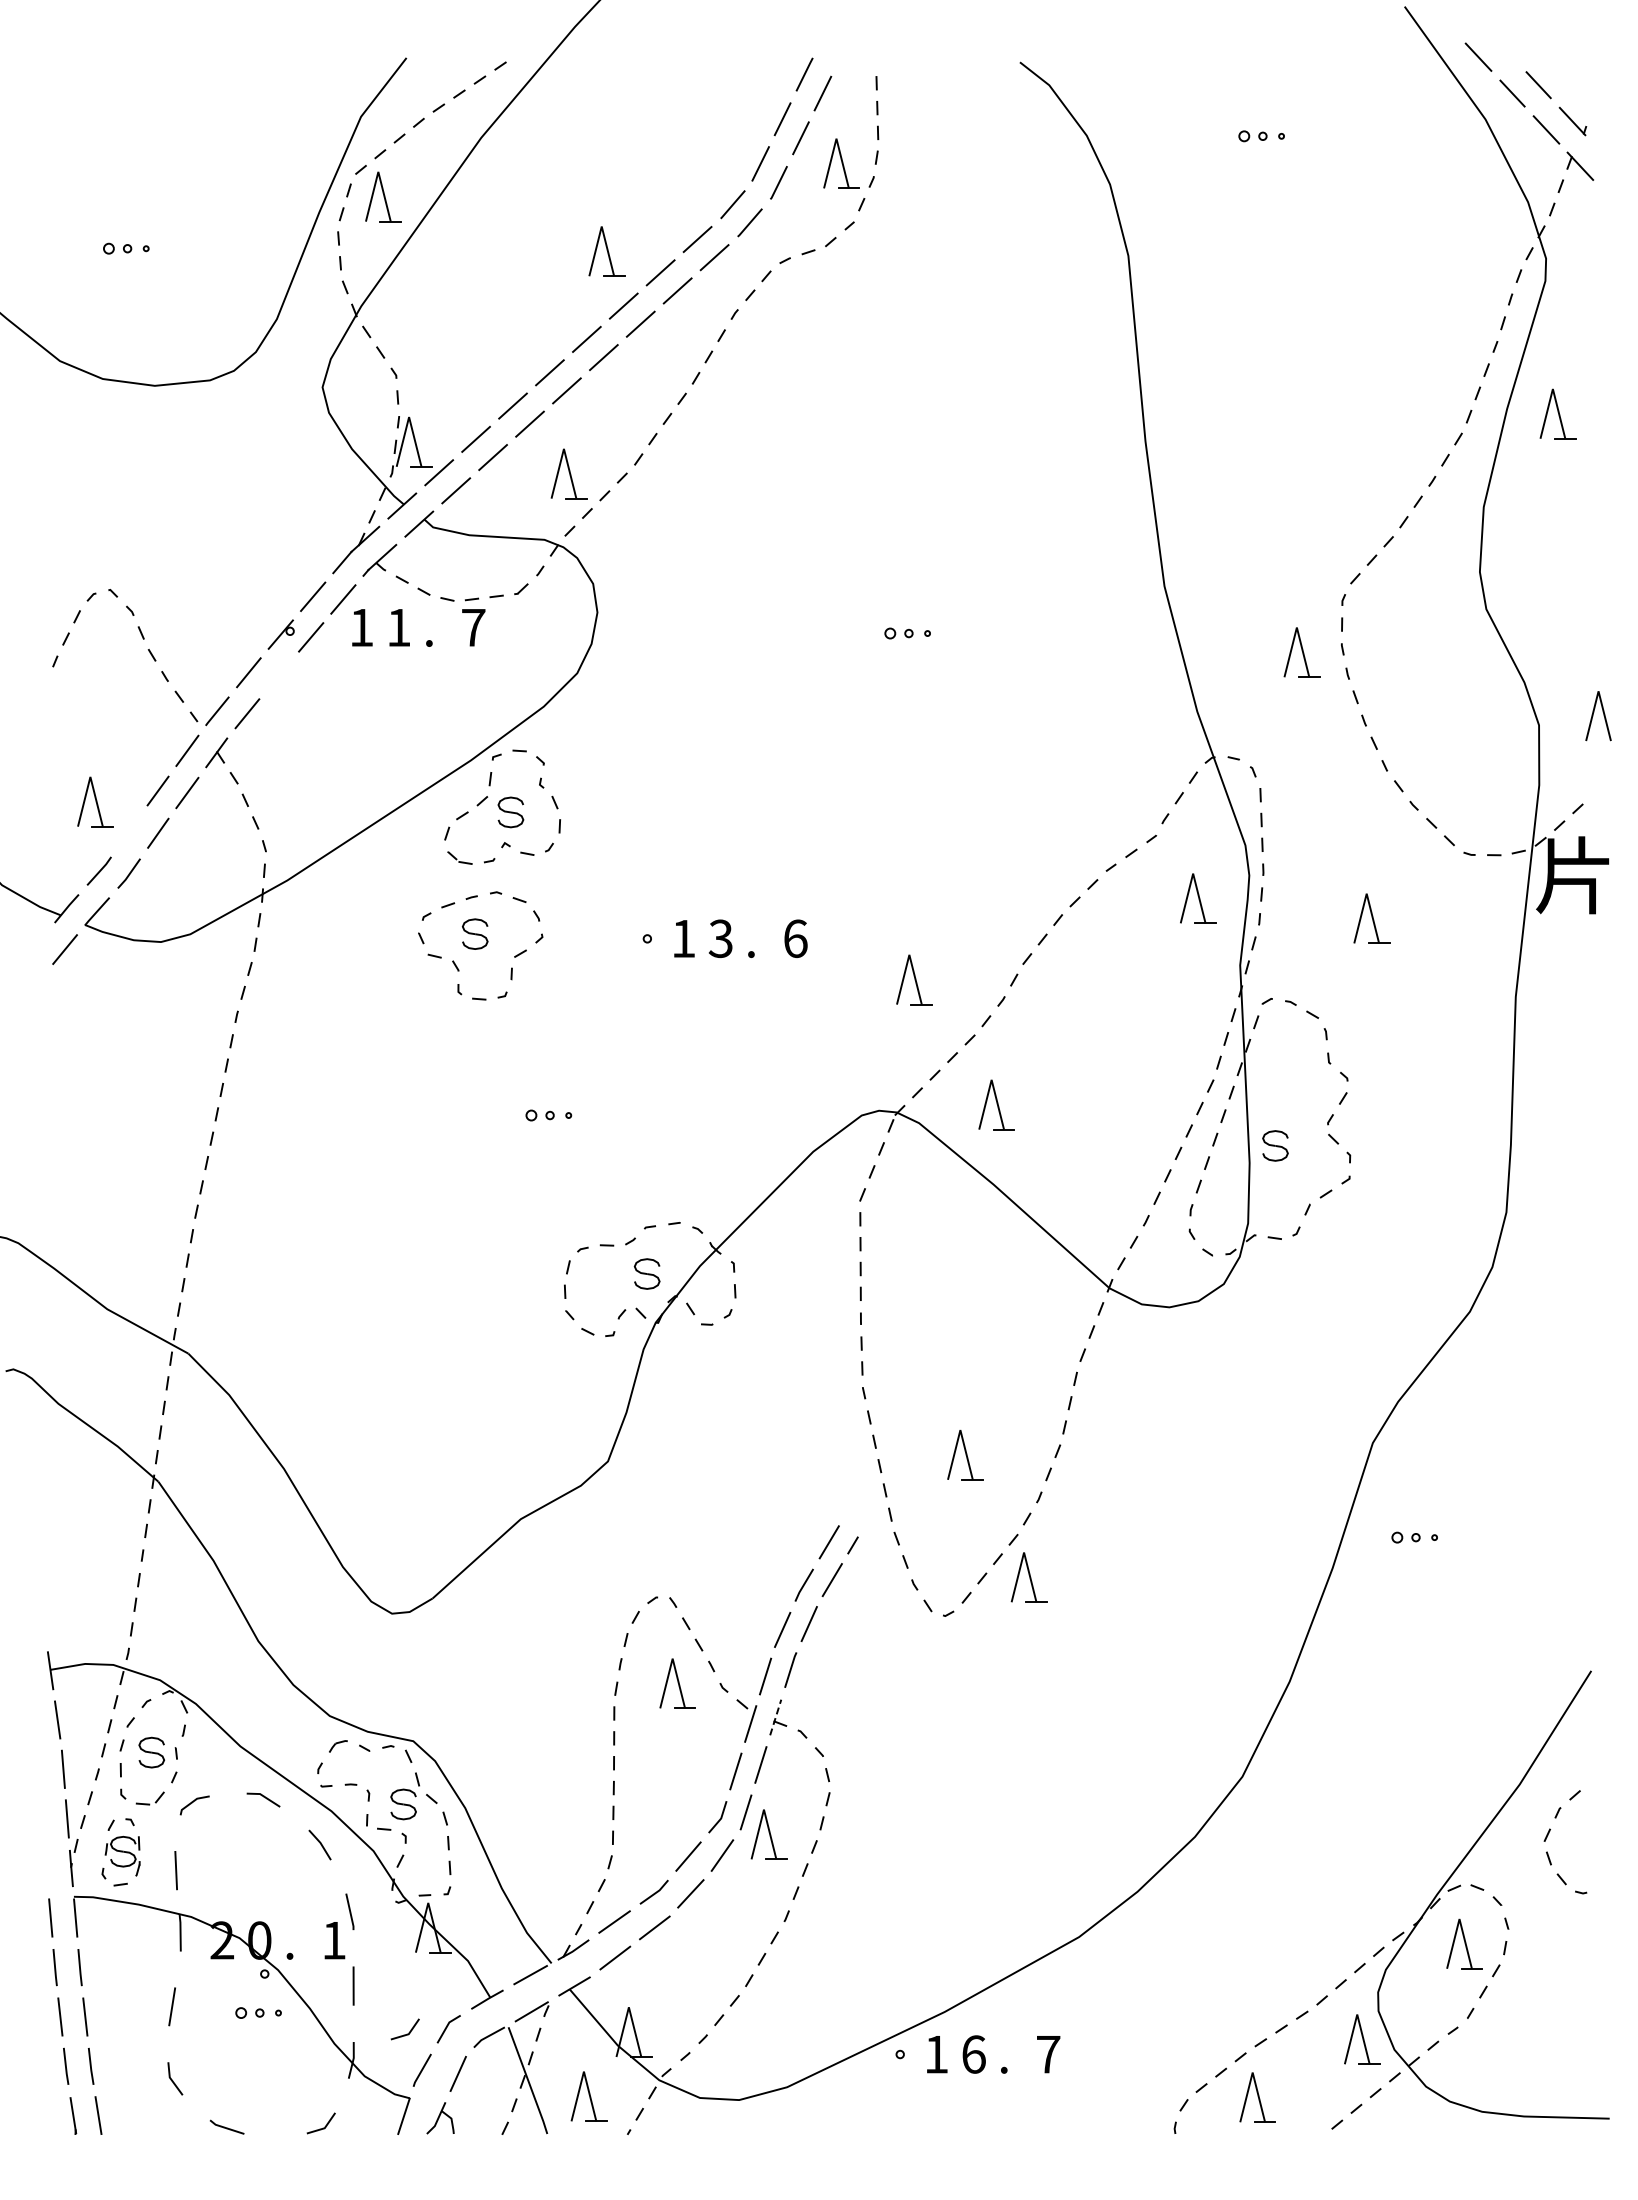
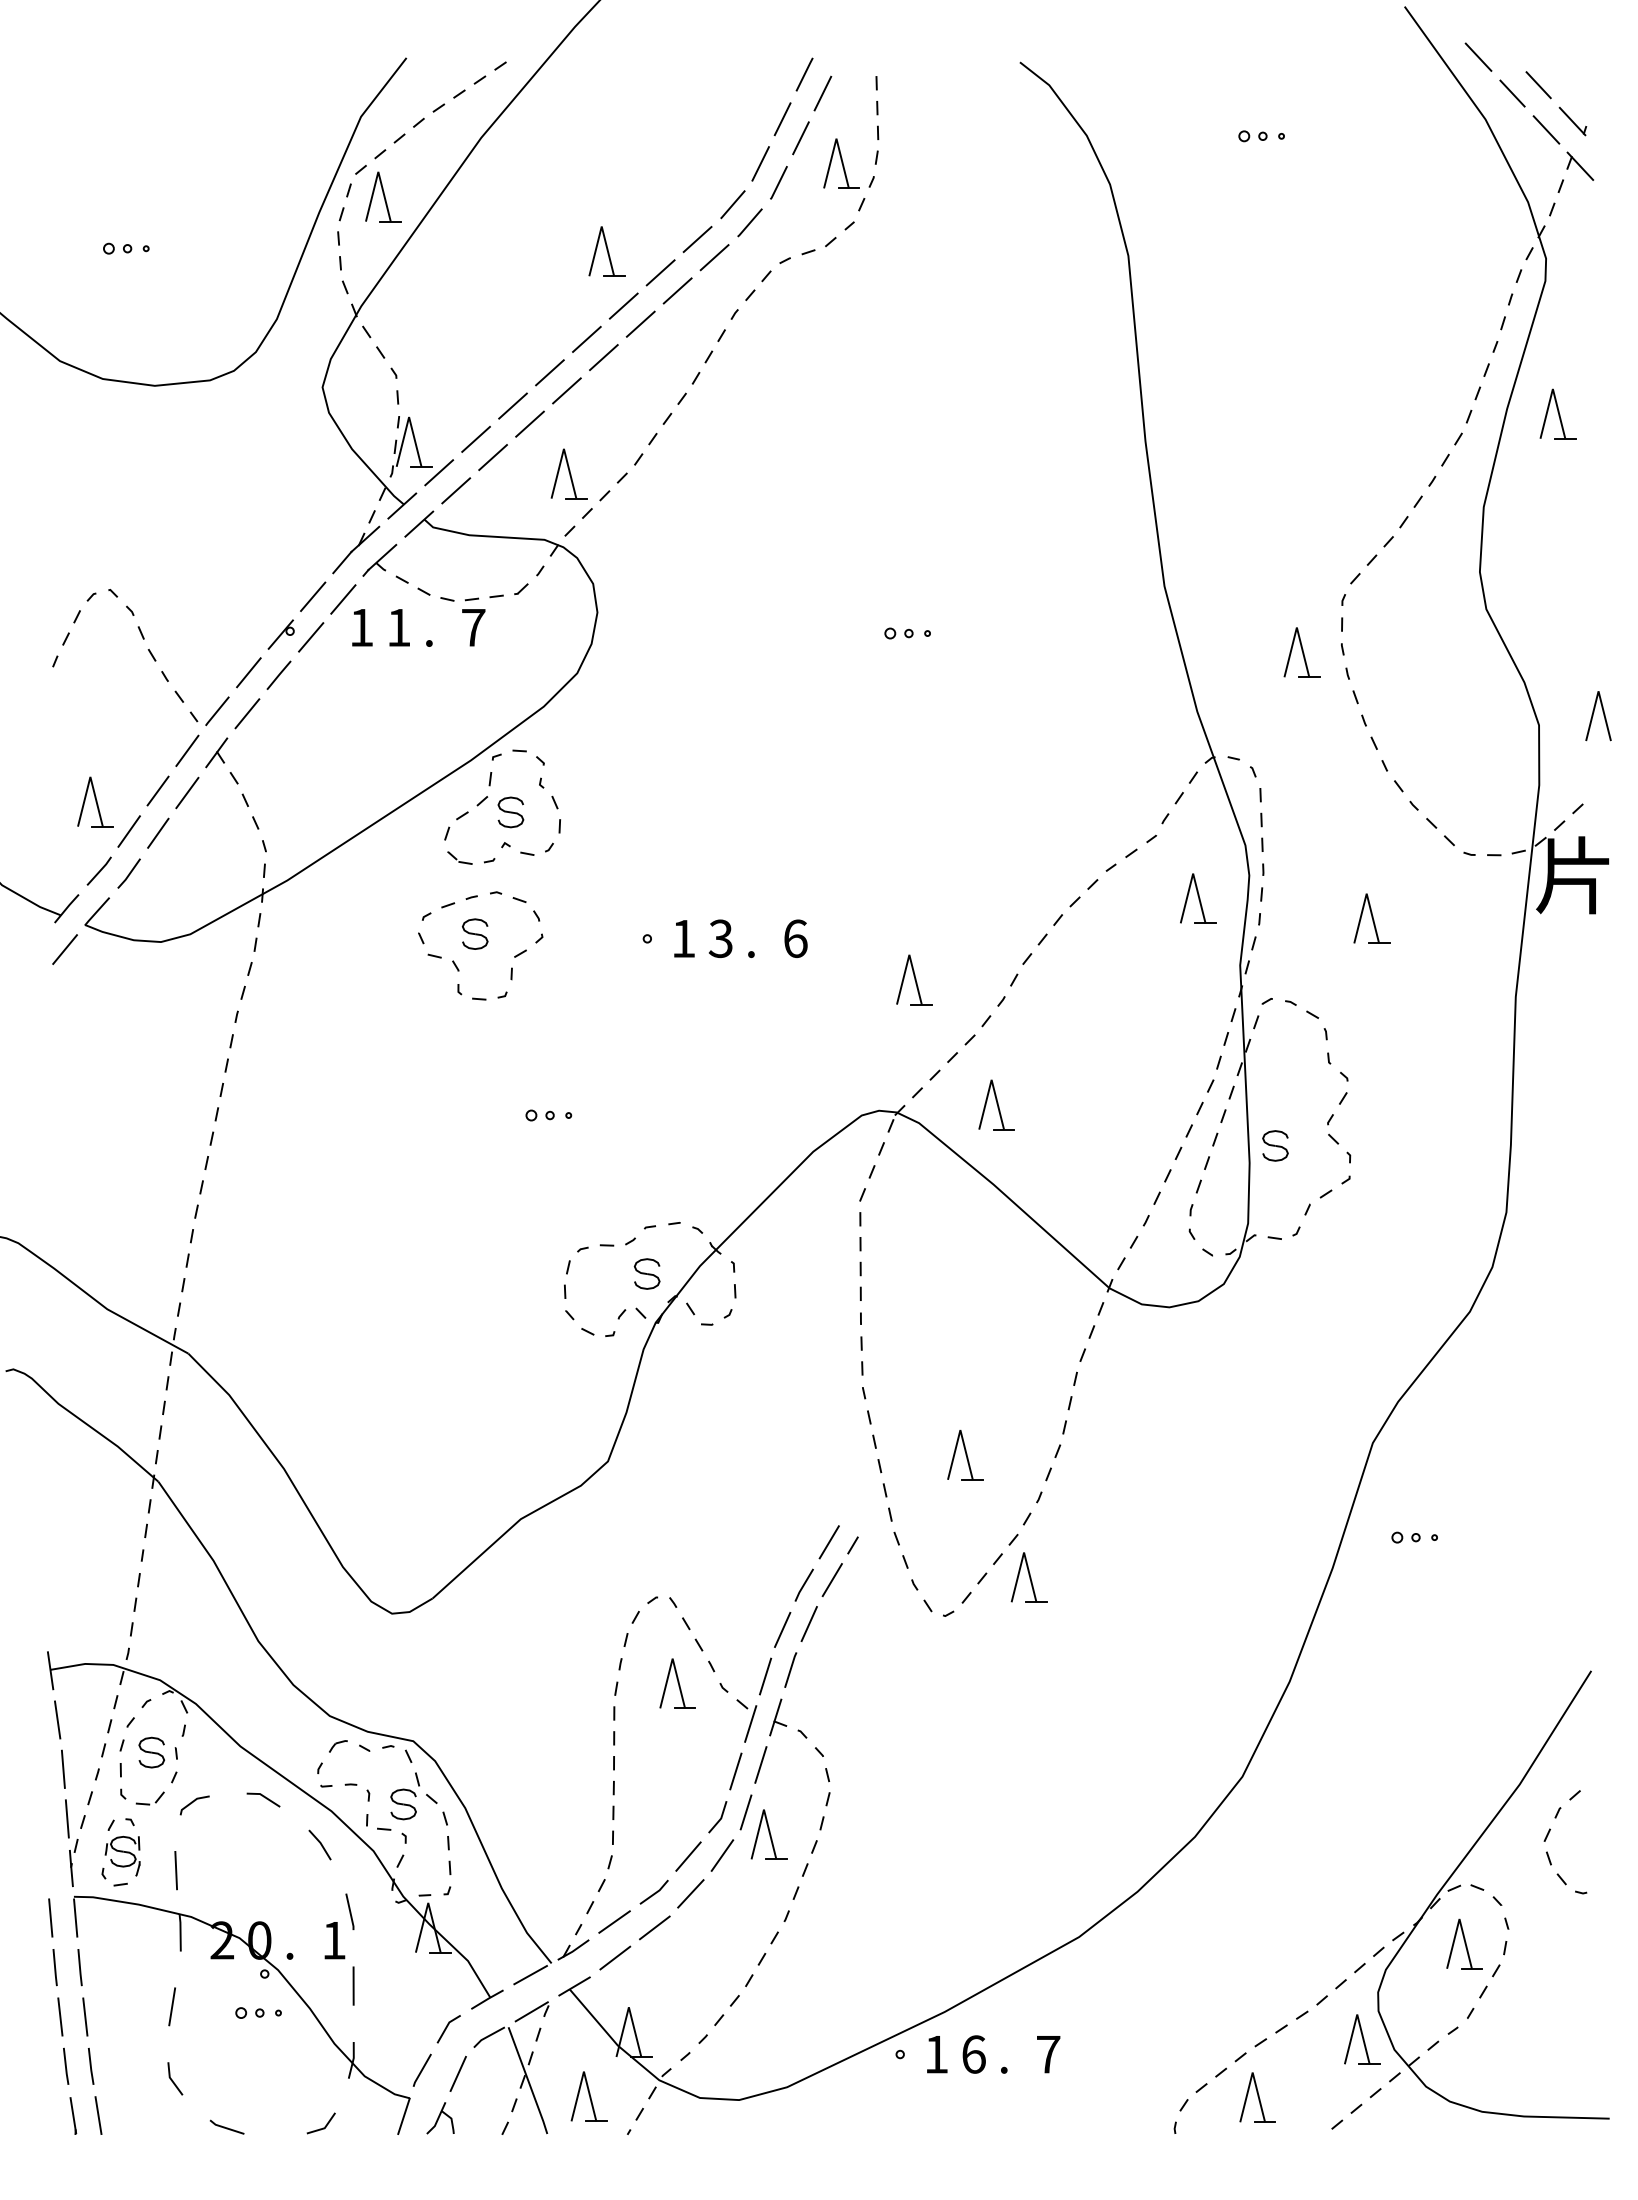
line at (278, 674): none -> present
line at (128, 831): none -> present
line at (775, 1717): dashed -> solid
line at (408, 2032): present -> none
